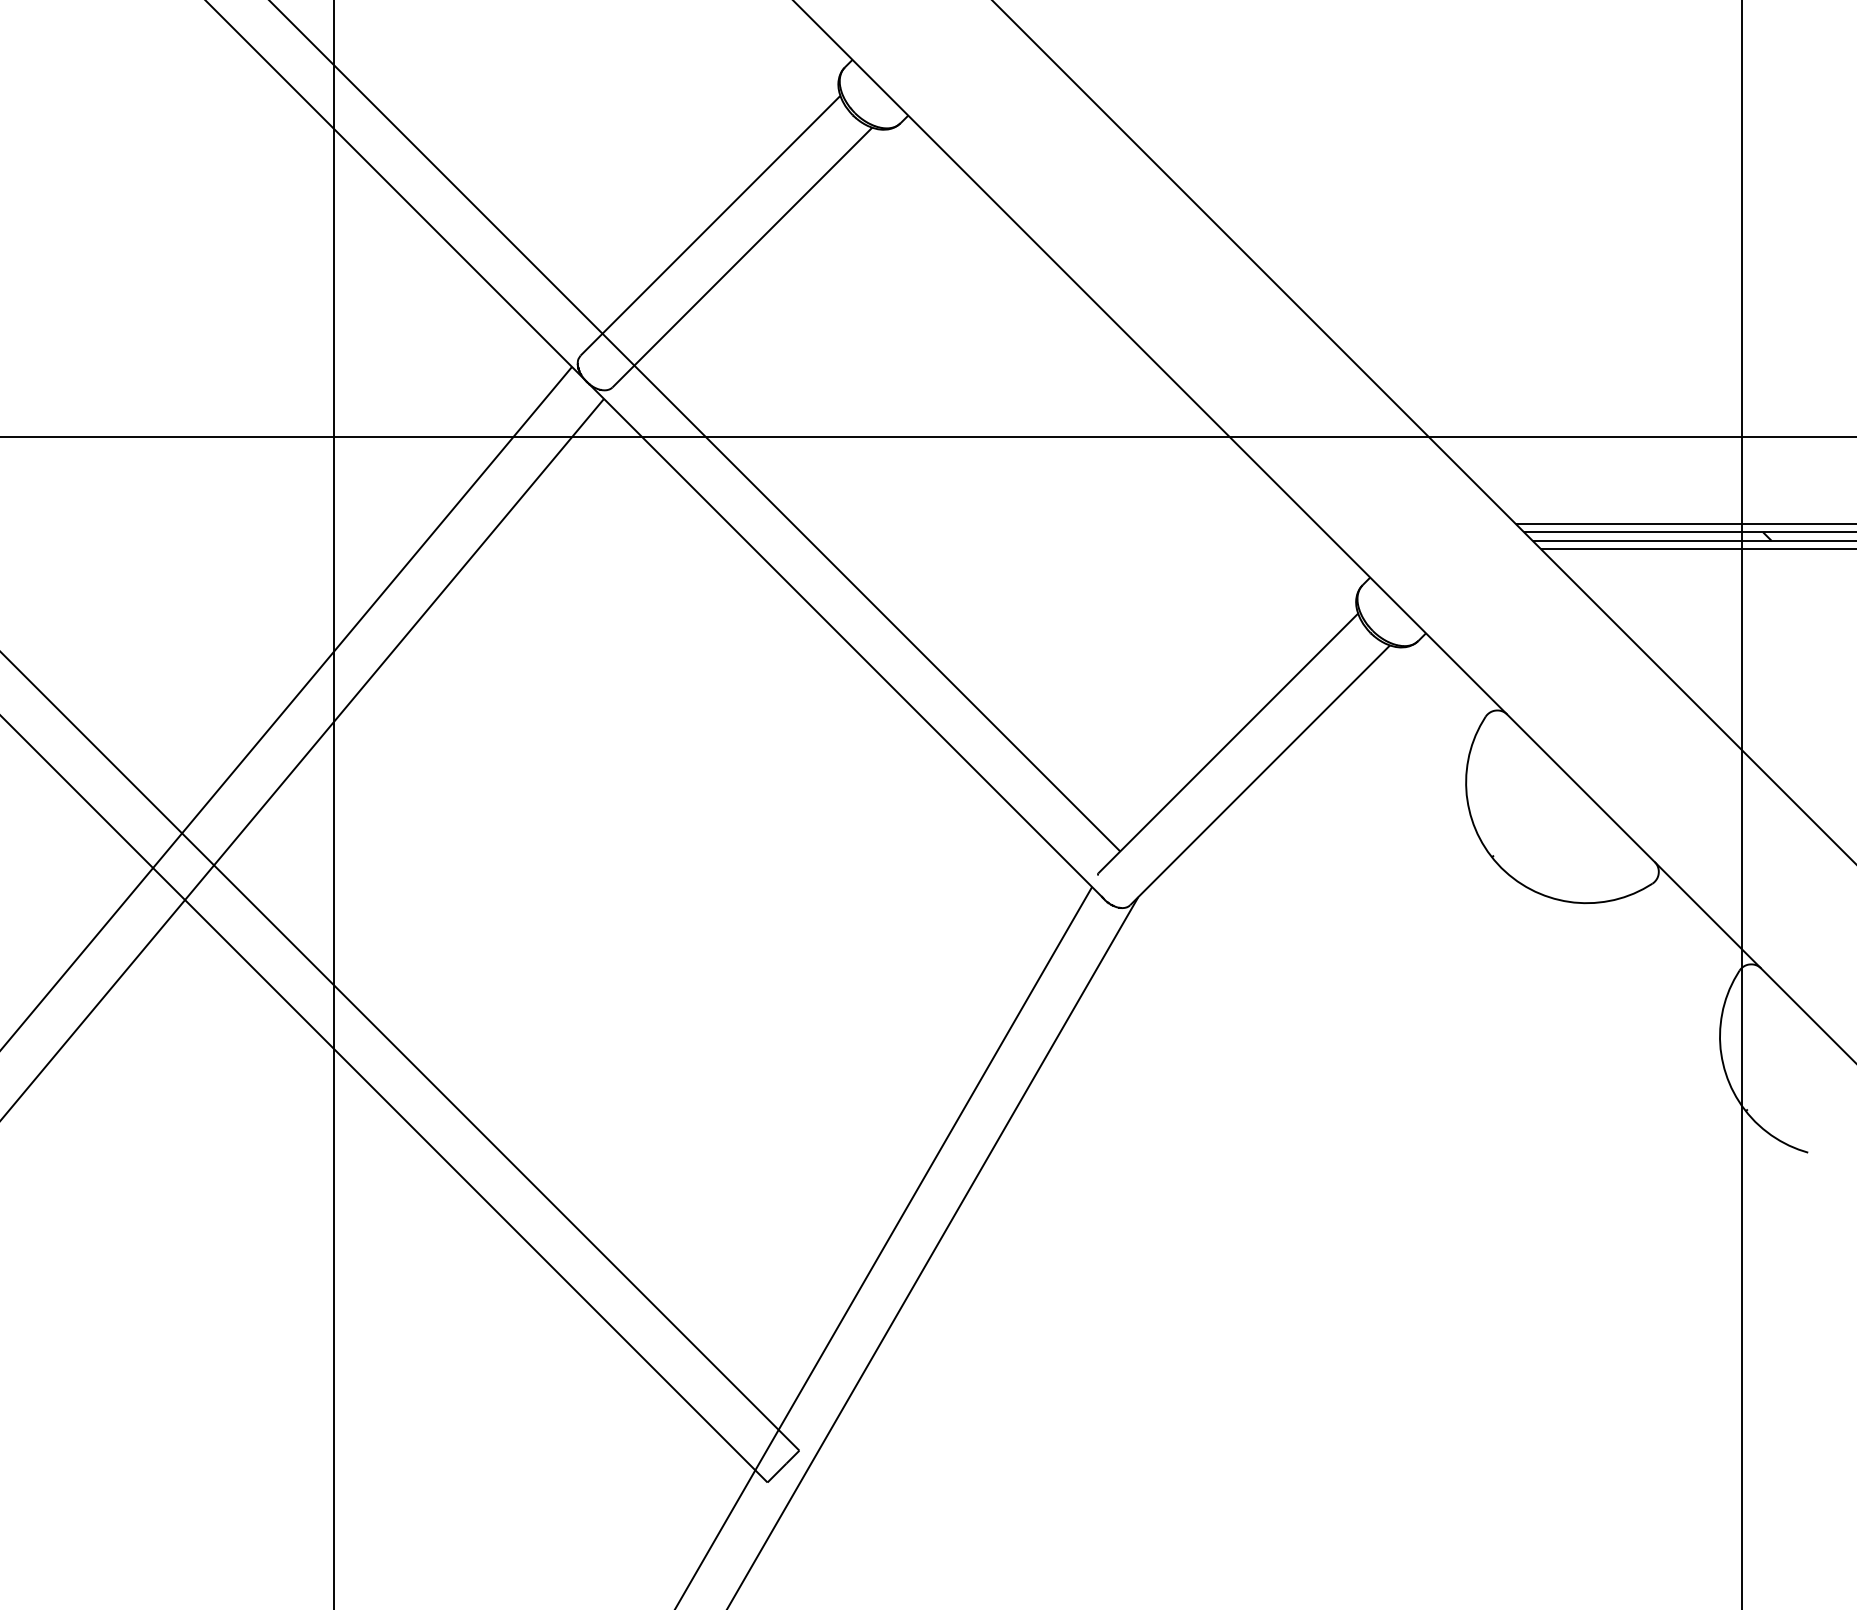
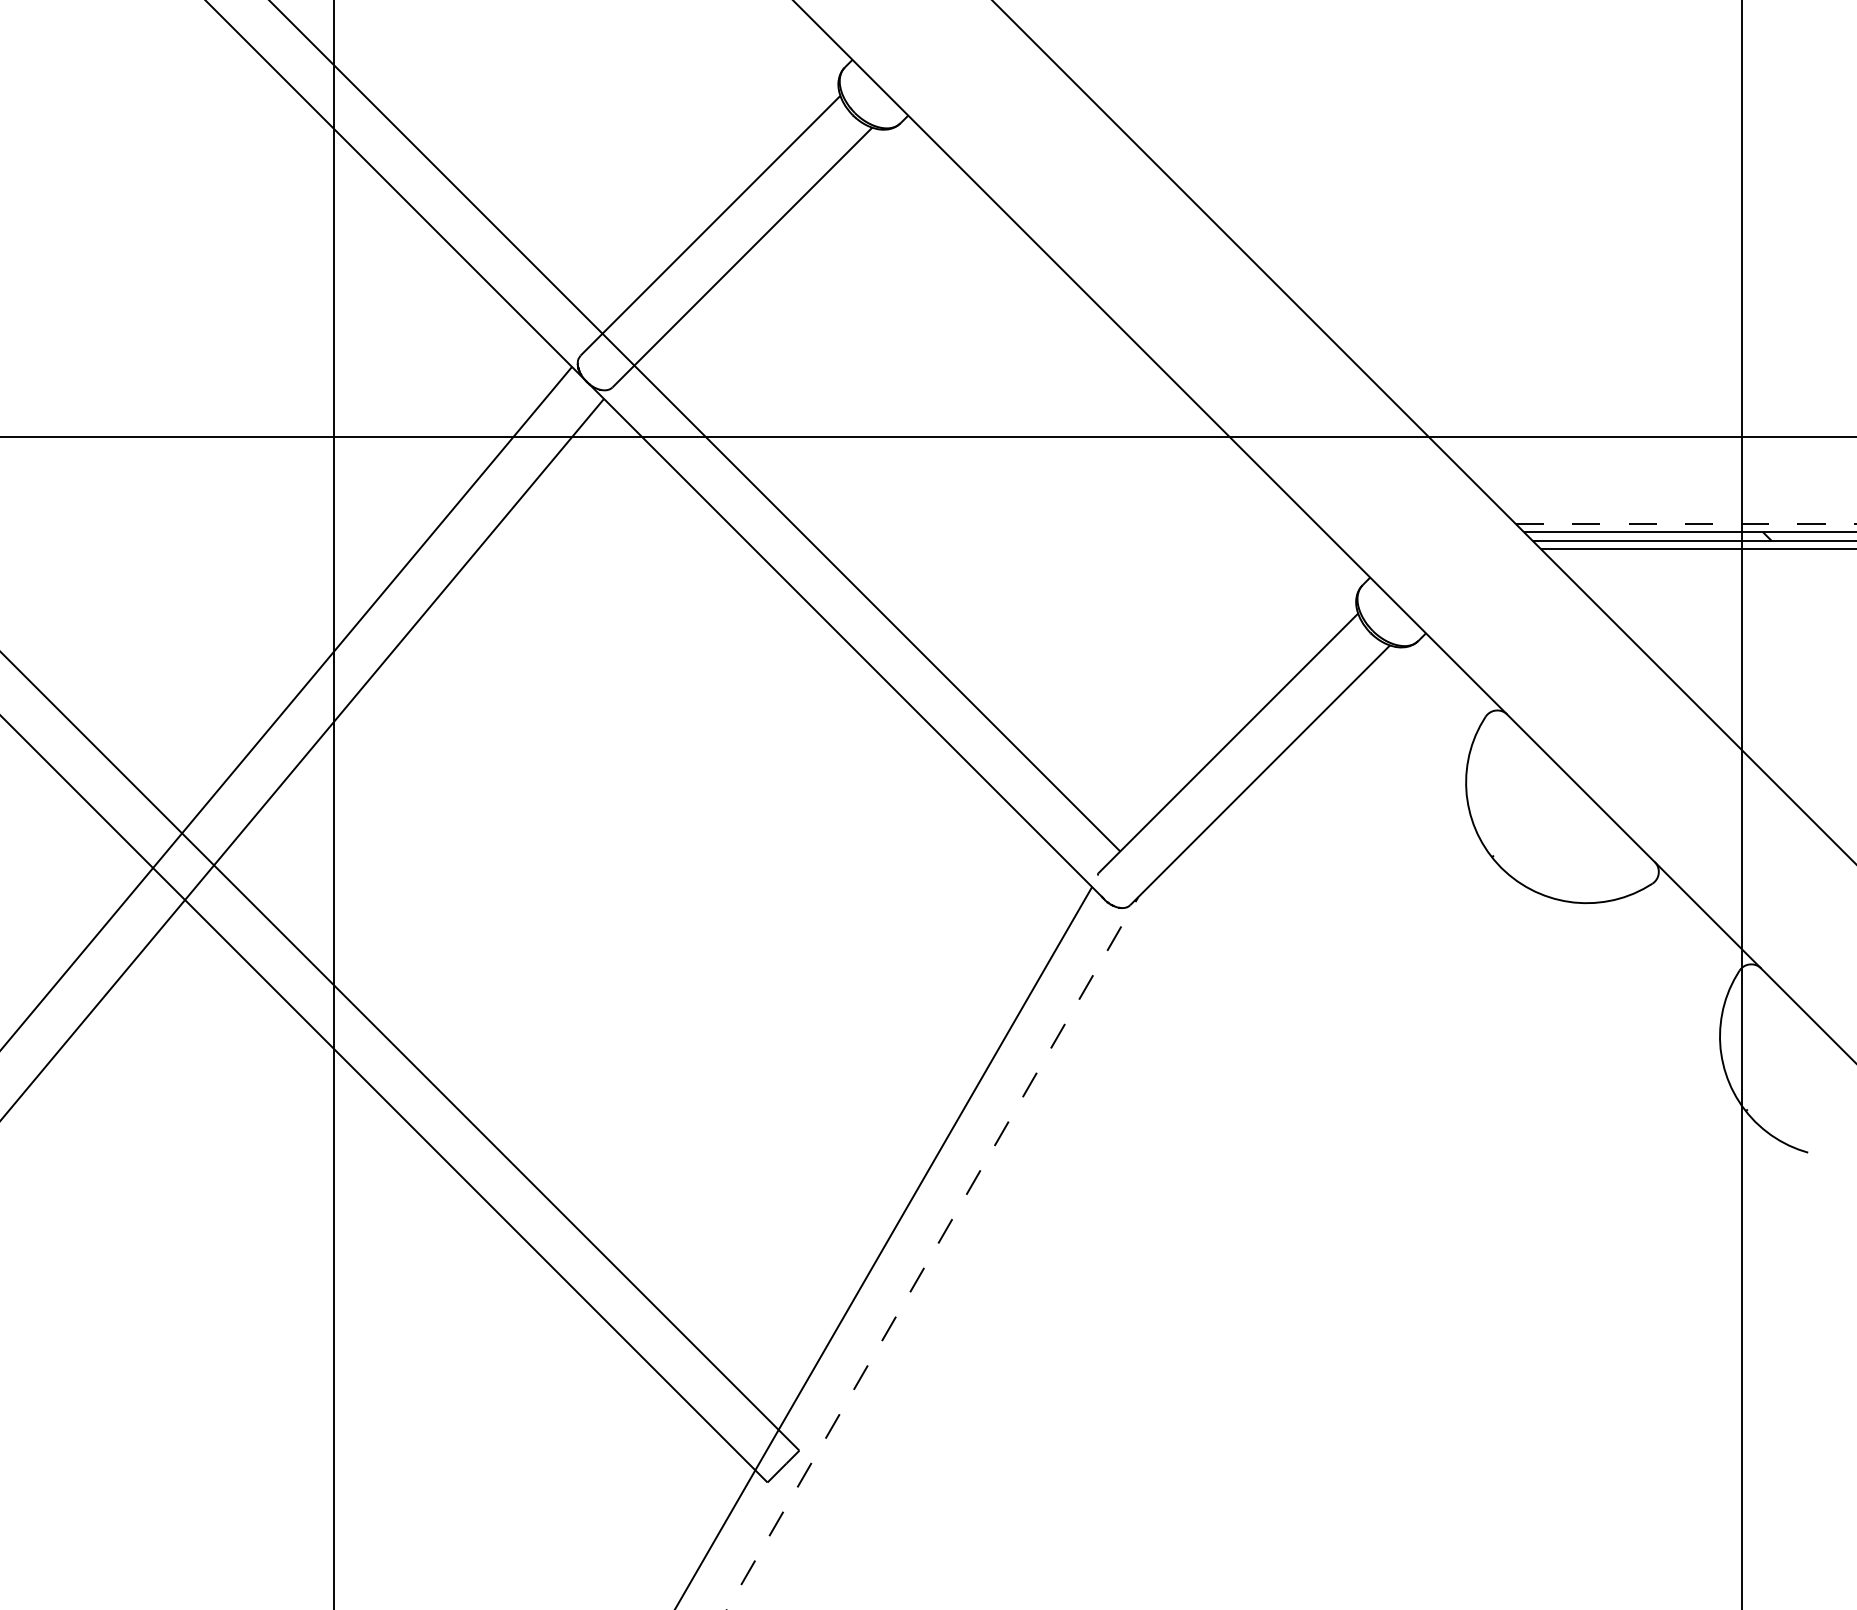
line at (1686, 524): solid -> dashed
line at (932, 1253): solid -> dashed
